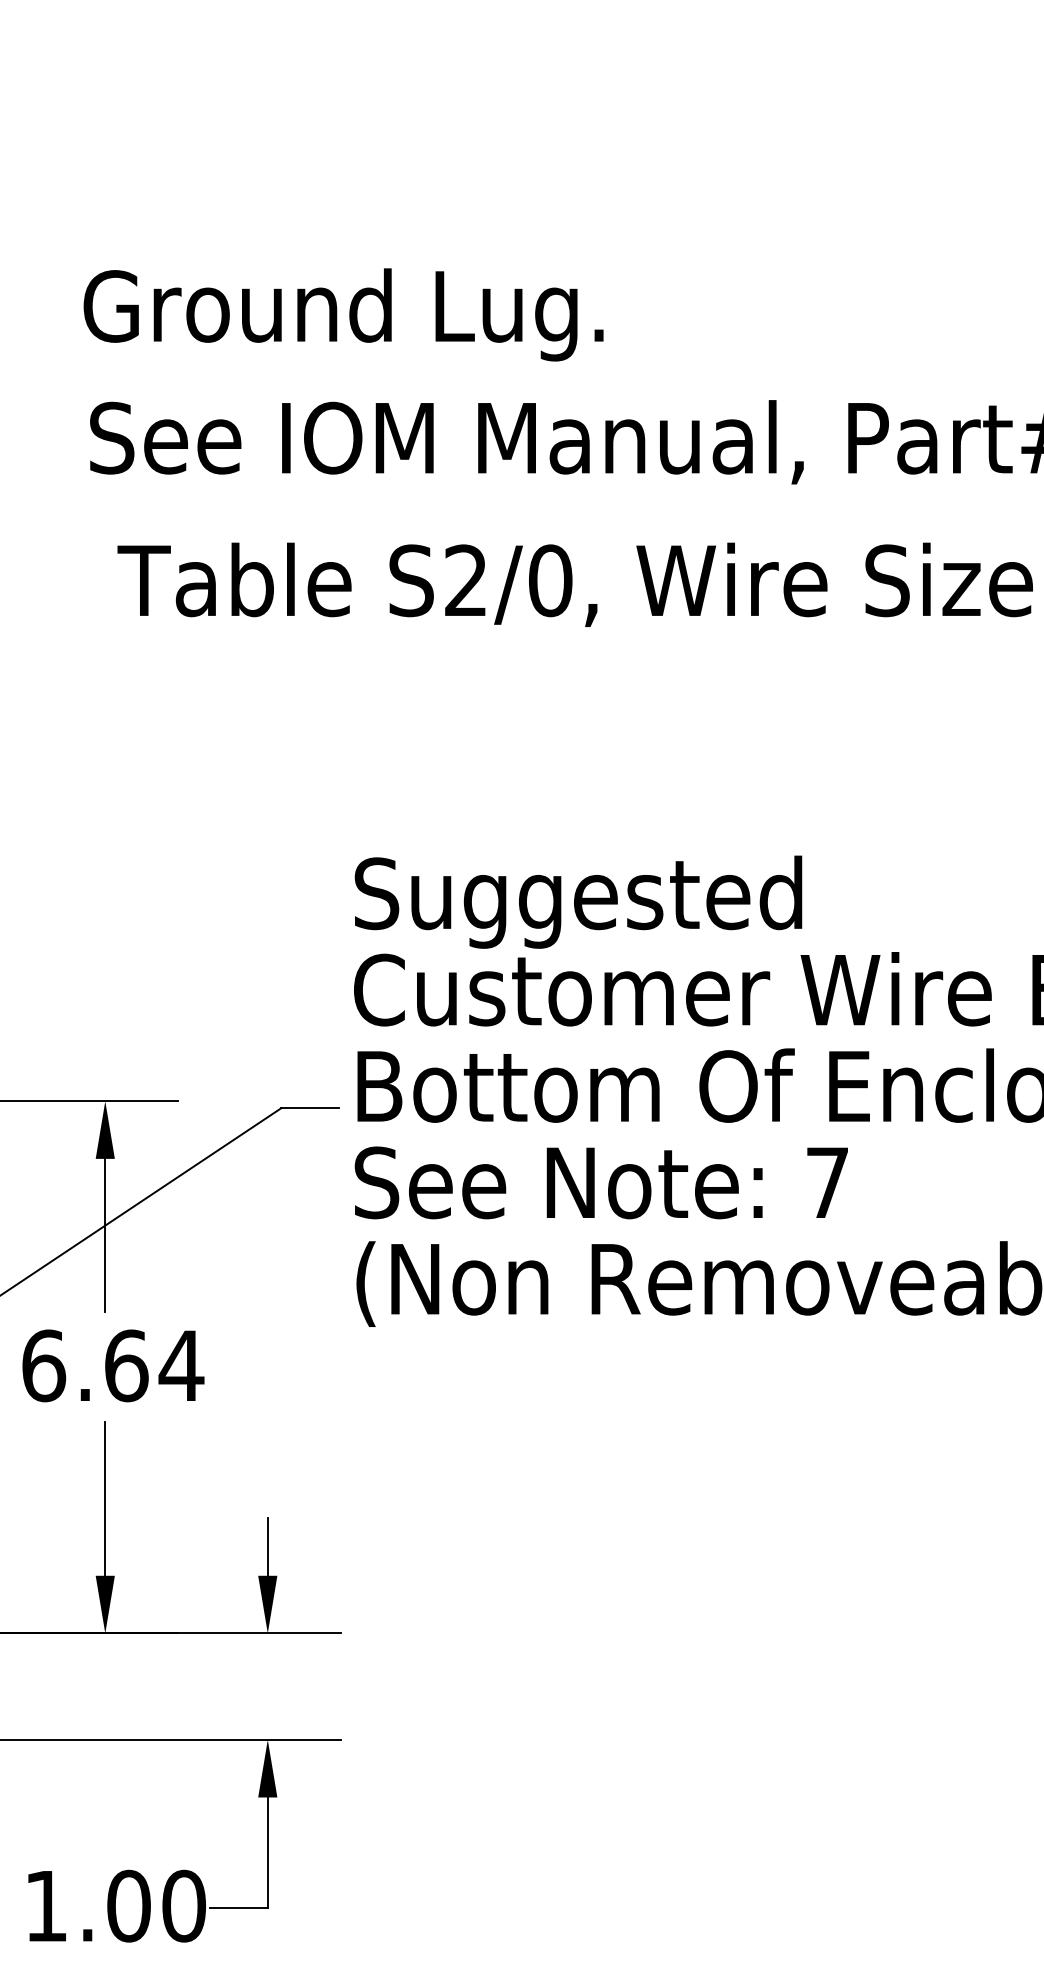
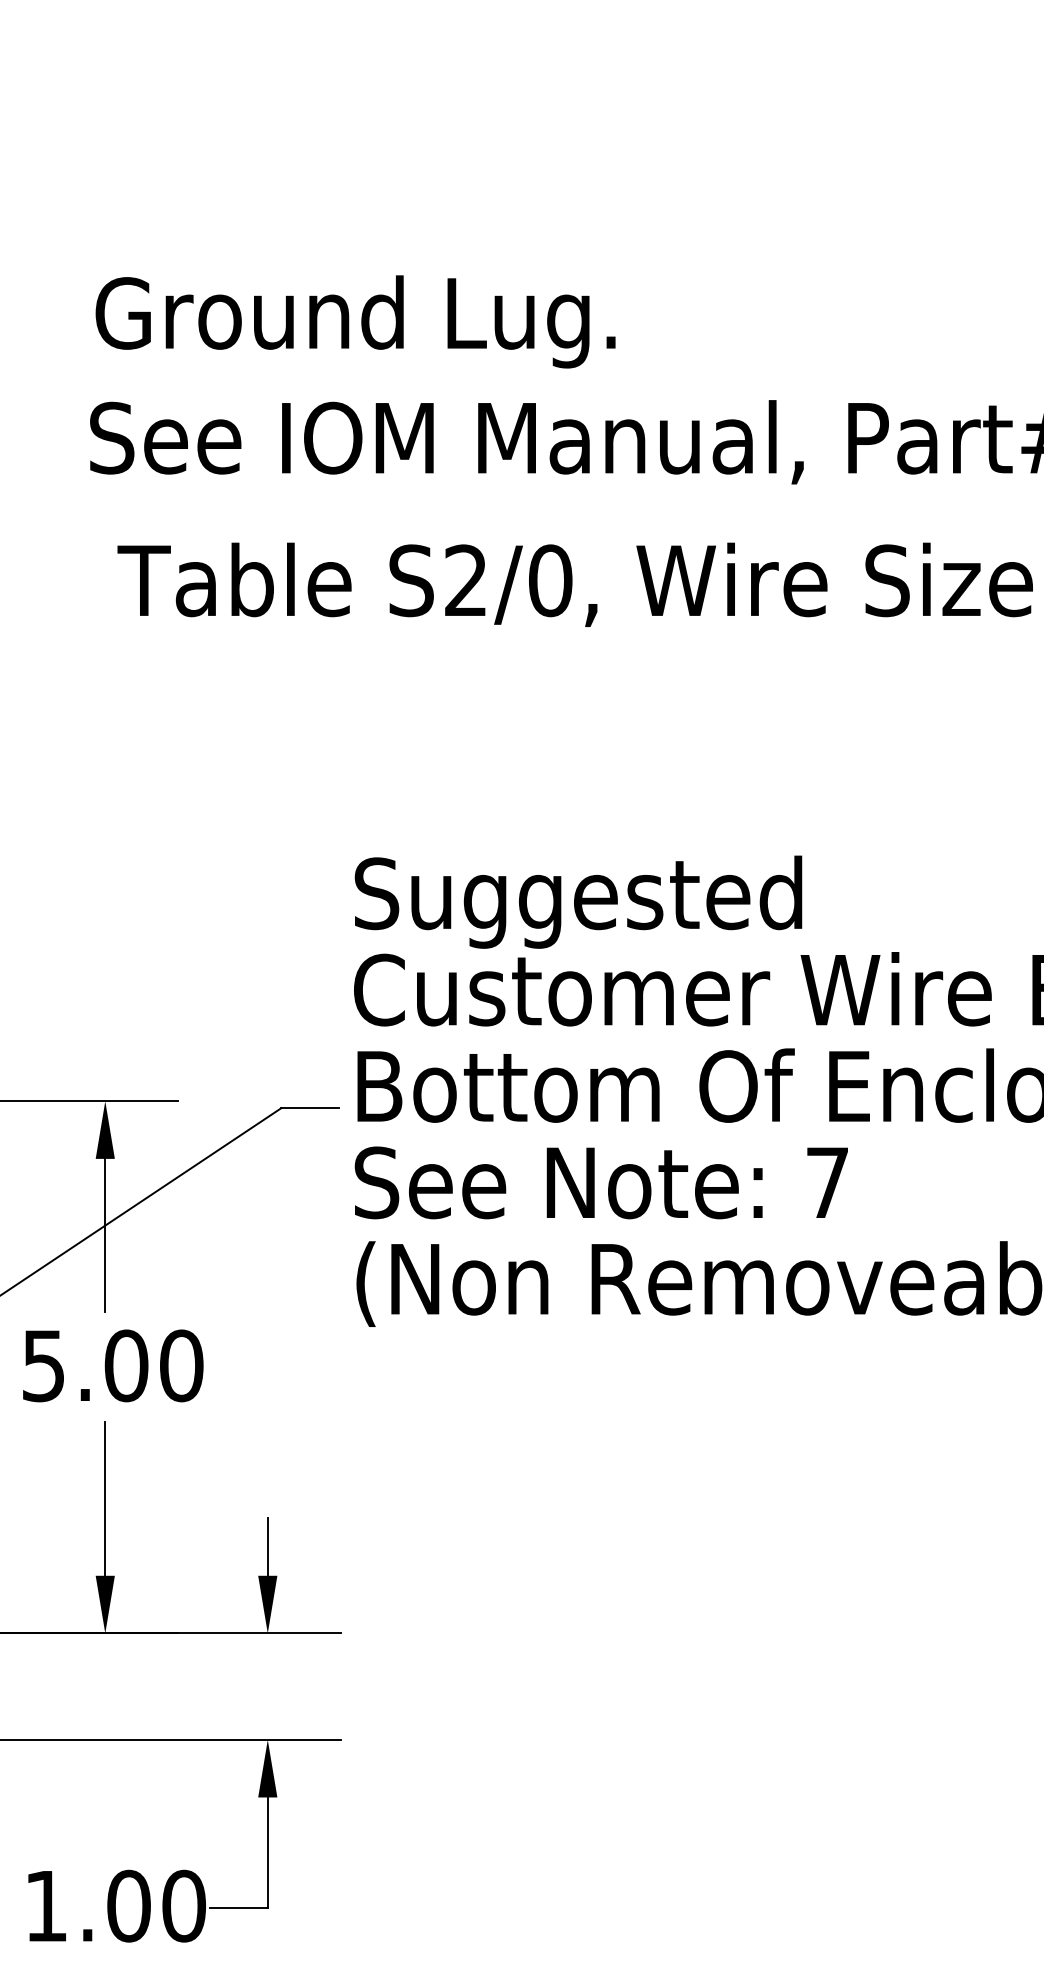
text at (343, 314) position: (343, 314) -> (355, 321)
text at (113, 1365): 6.64 -> 5.00
